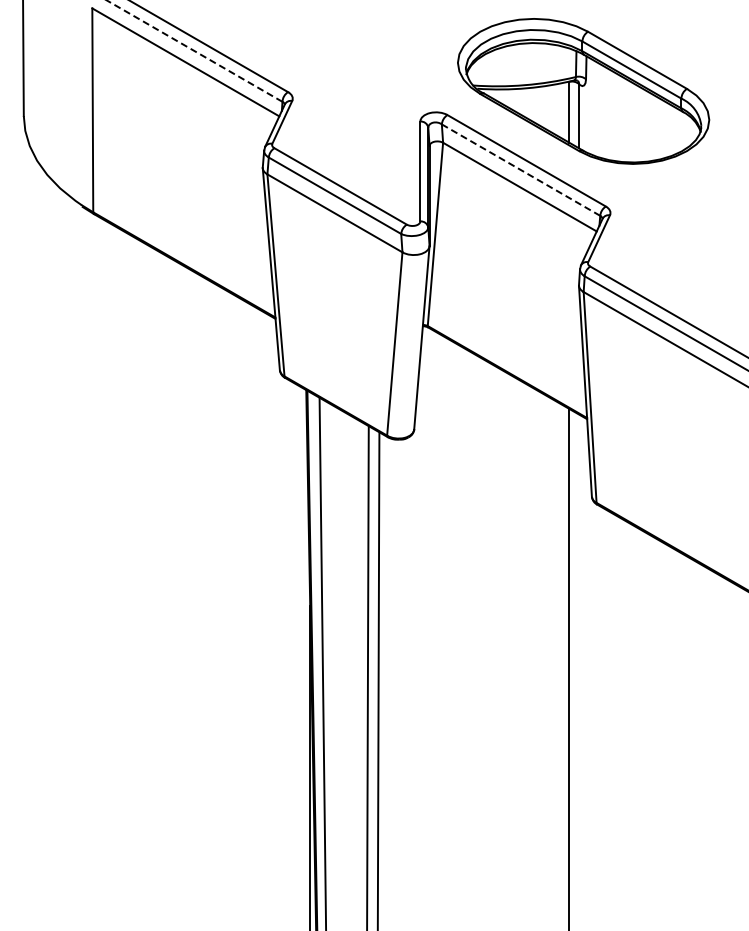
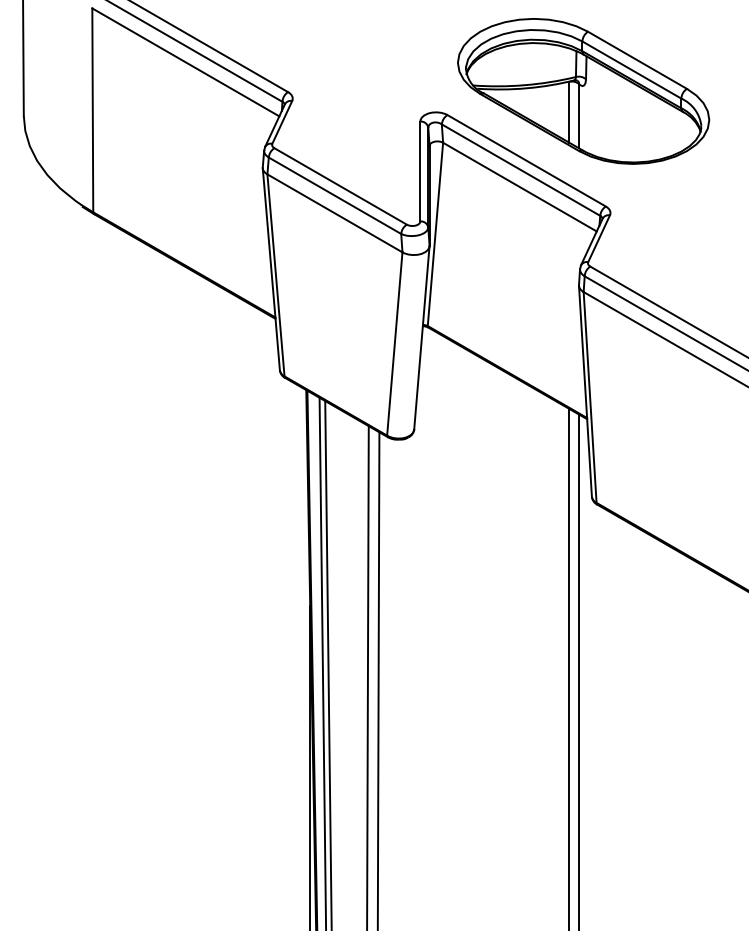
line at (194, 50): dashed -> solid
line at (520, 169): dashed -> solid
line at (328, 664): none -> present
line at (579, 670): none -> present
